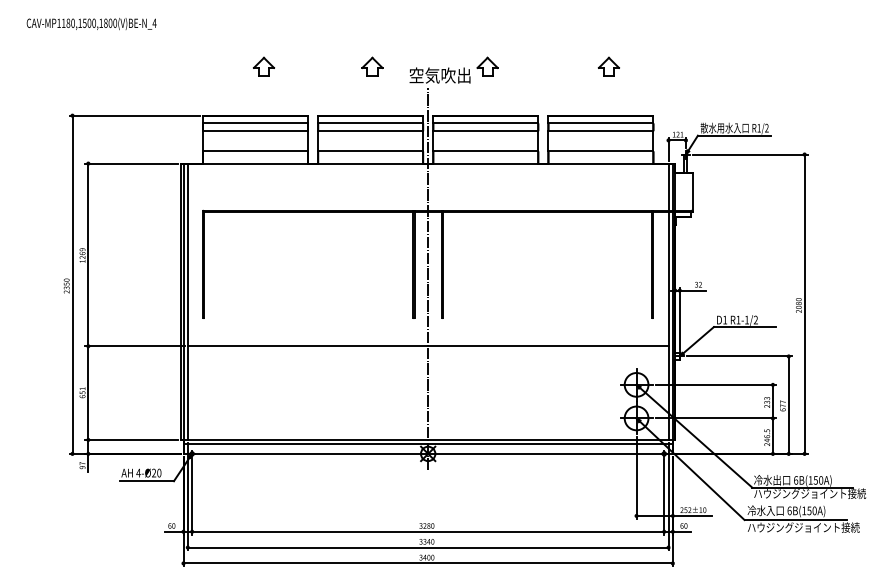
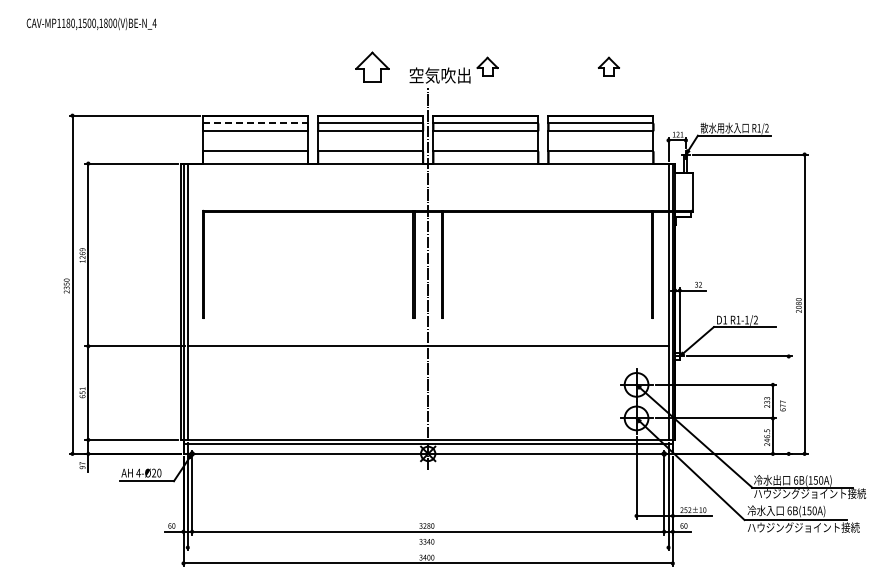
part at (264, 66): present -> none
part at (372, 66) size: 23x21 px -> 35x32 px
line at (255, 123): solid -> dashed
line at (788, 404): present -> none
line at (427, 547): present -> none
